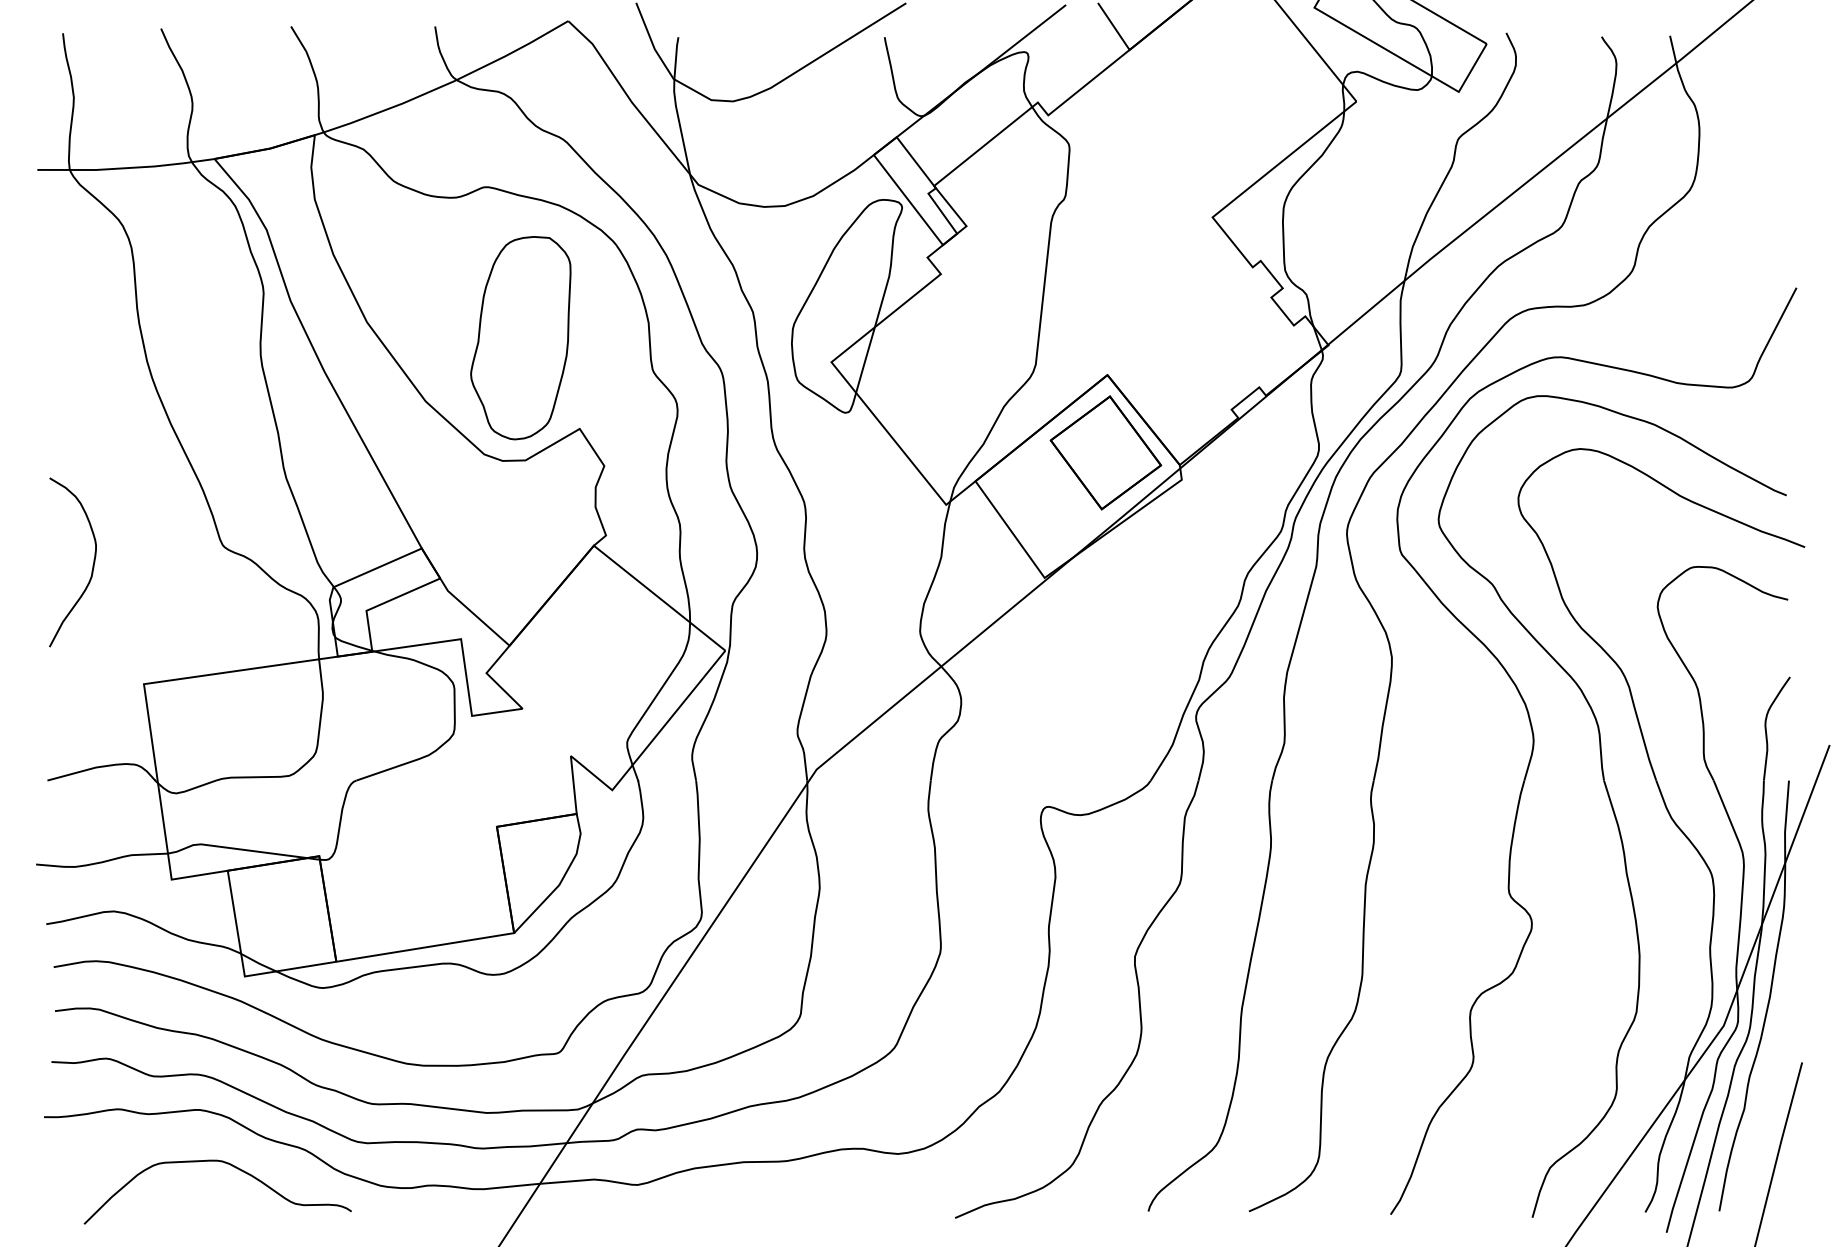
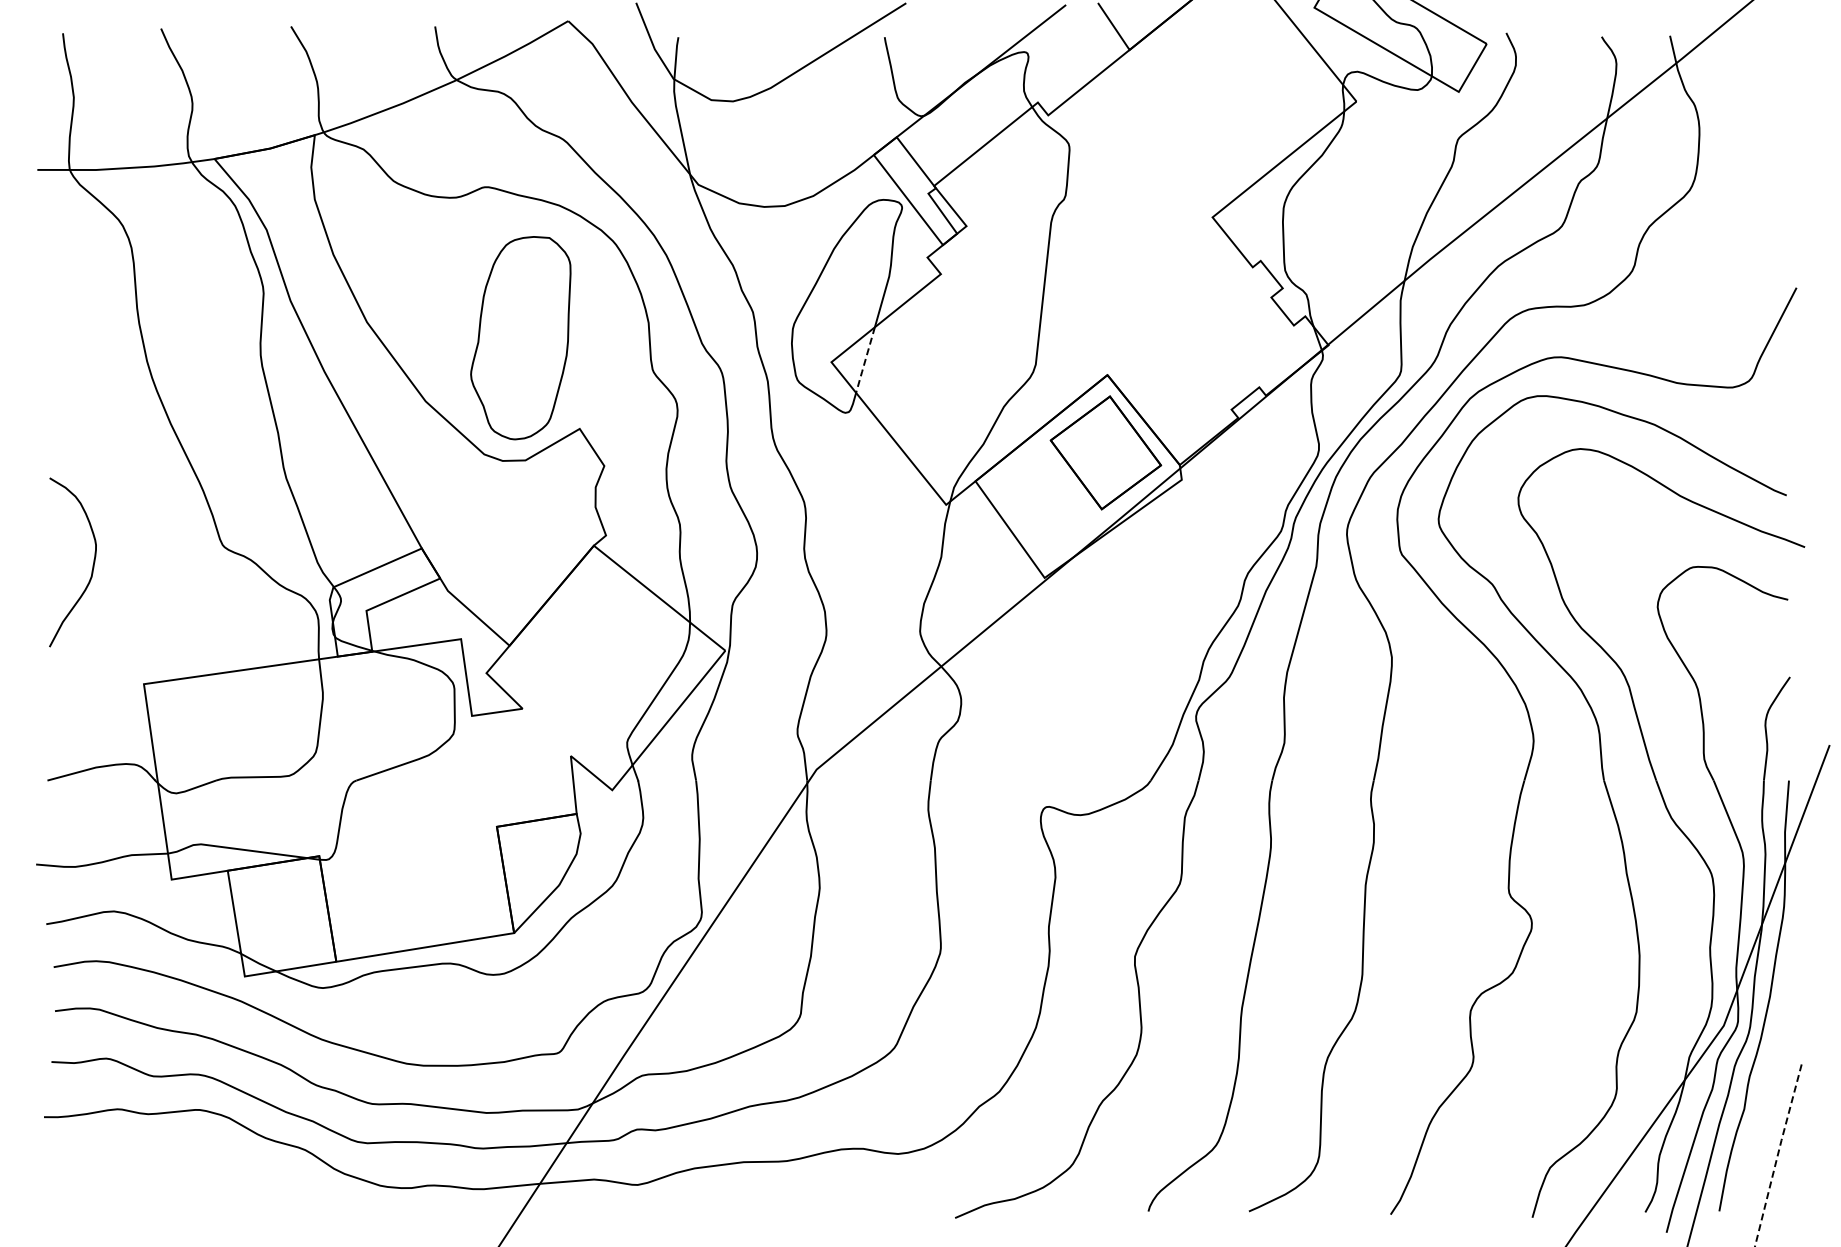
line at (865, 360): solid -> dashed
line at (1778, 1153): solid -> dashed
curve at (227, 1164): present -> none
